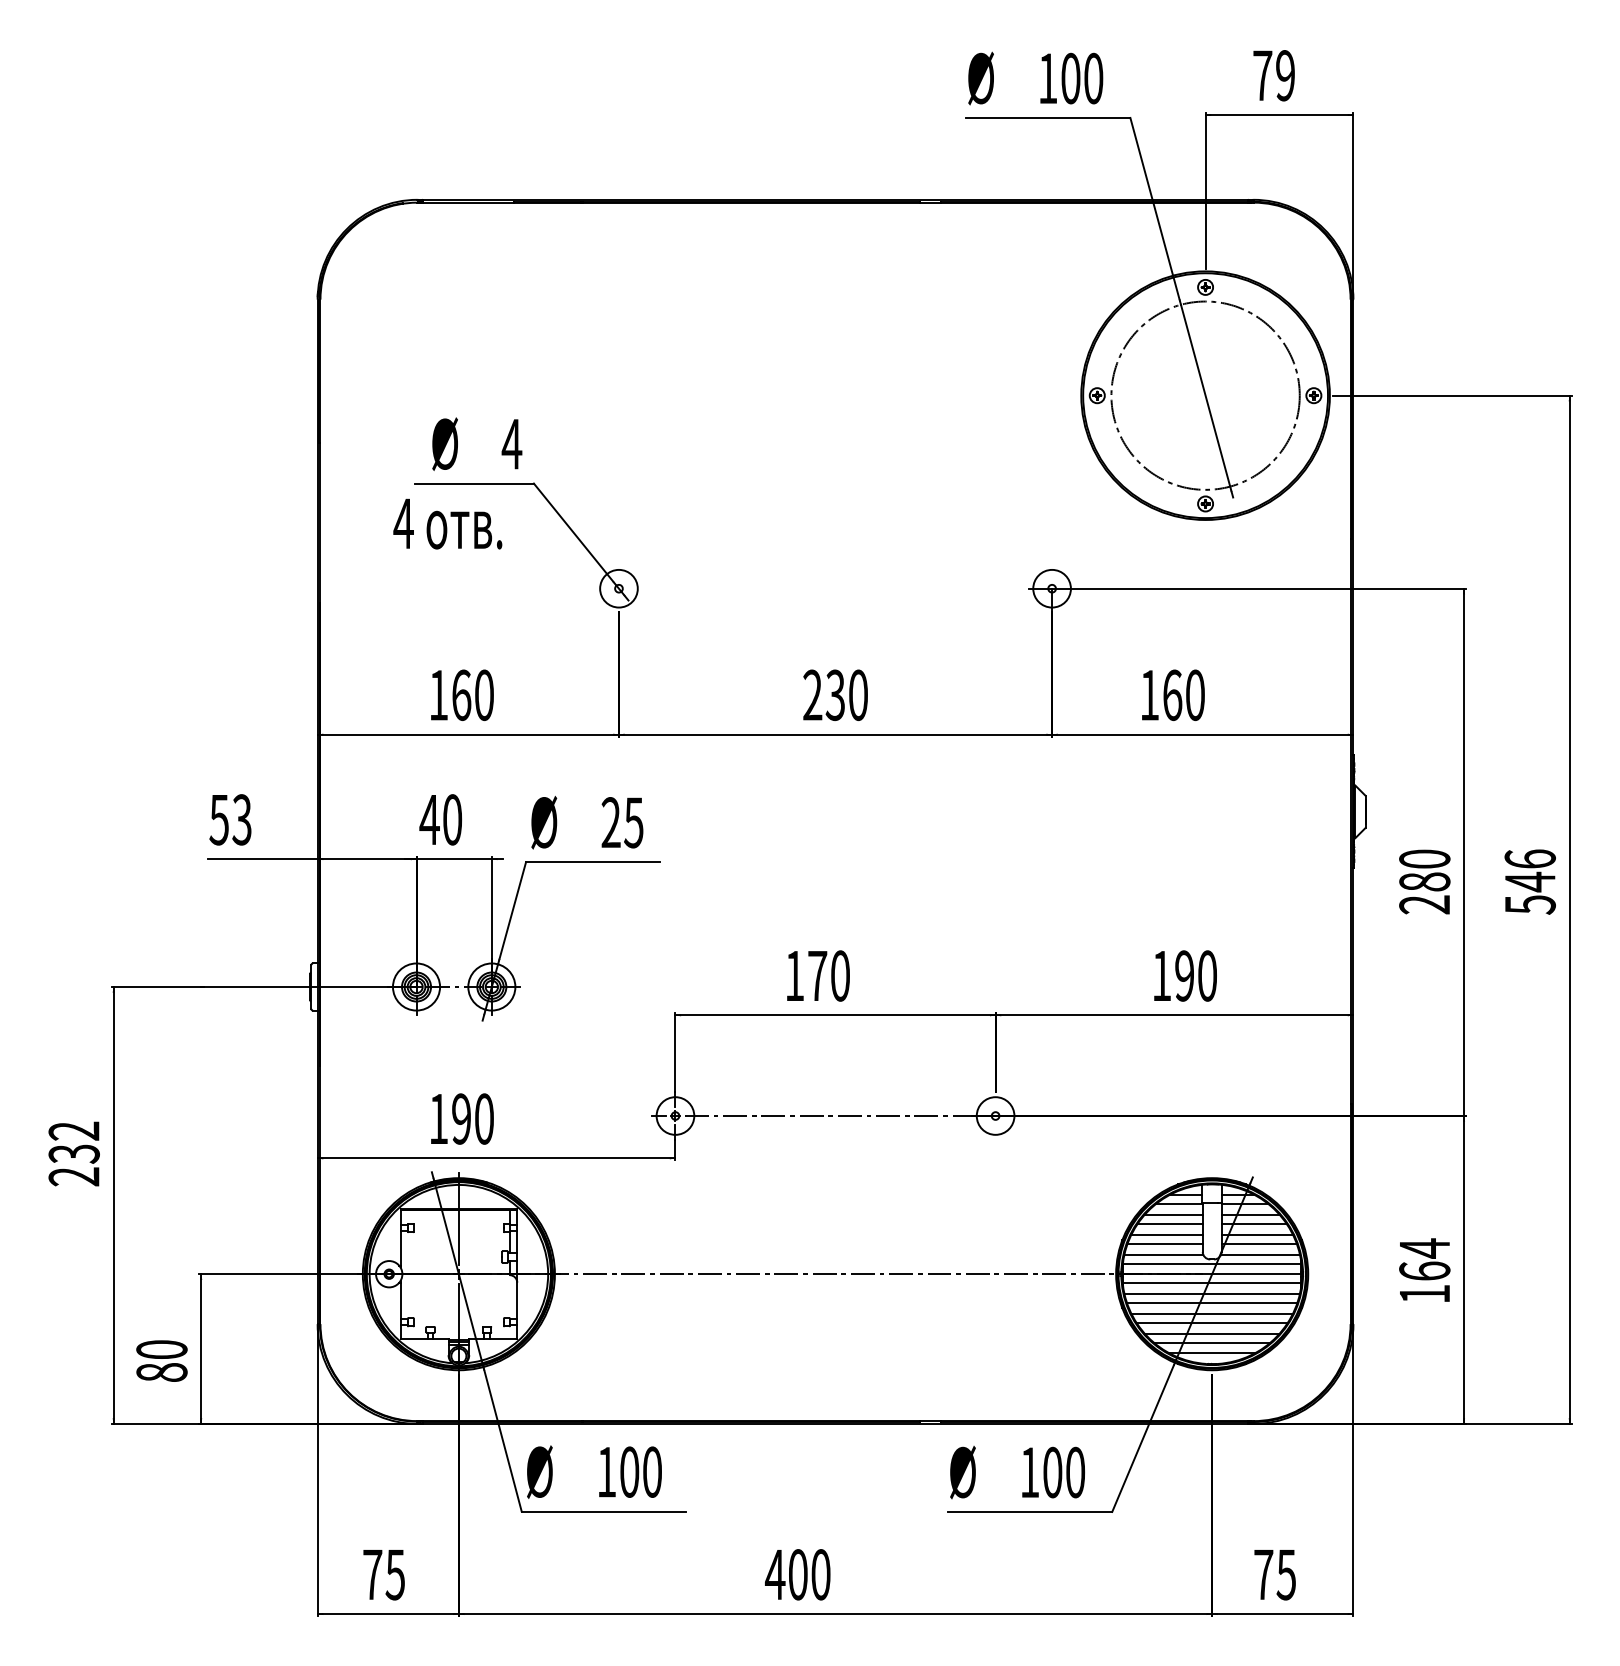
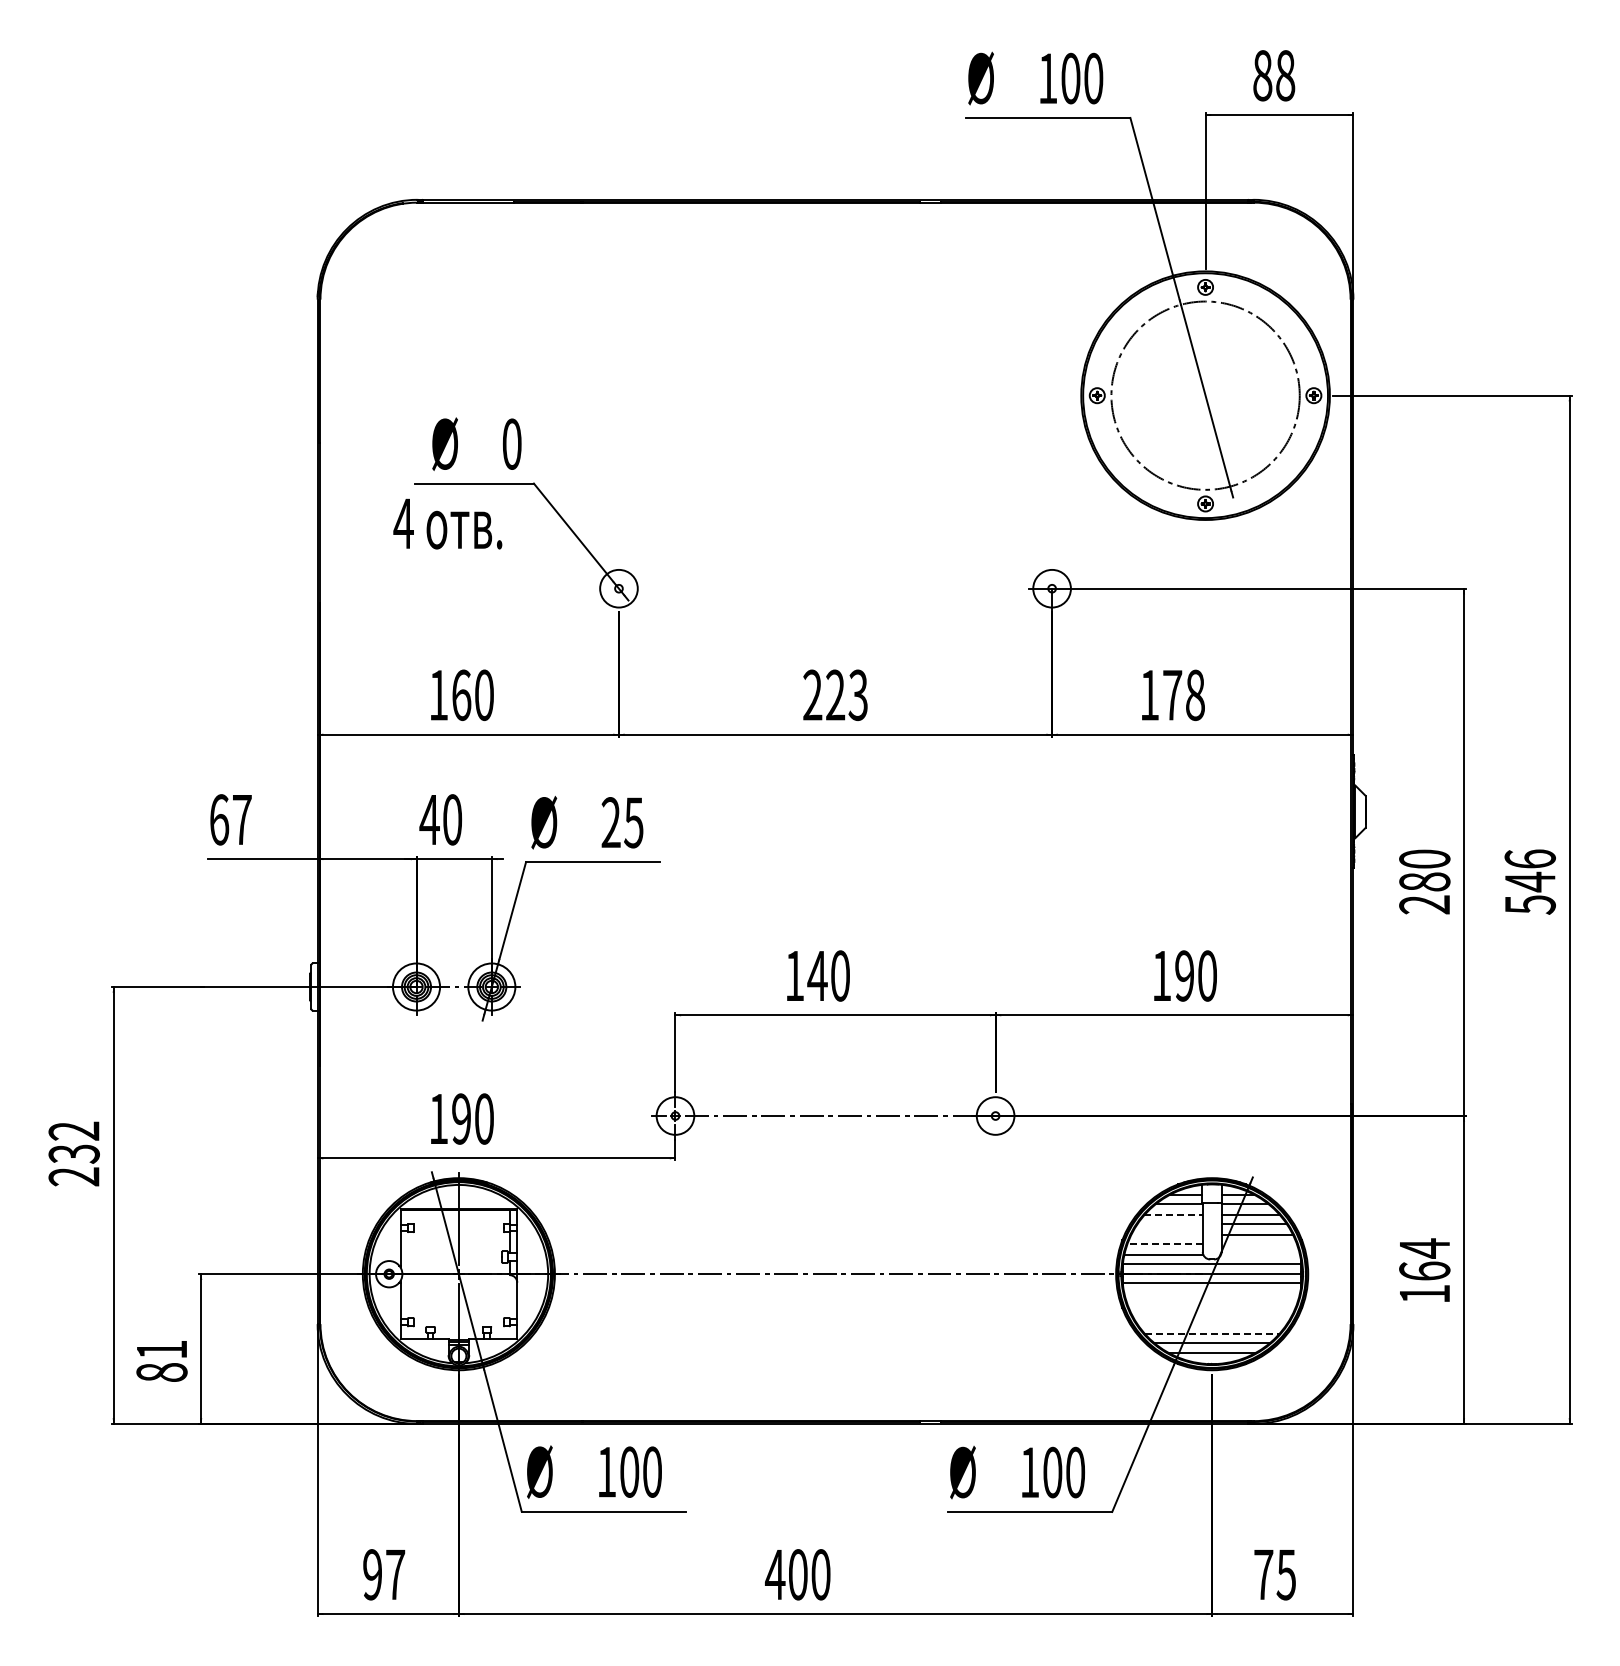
text at (1274, 75): 79 -> 88
text at (511, 443): 4 -> 0
text at (846, 695): 230 -> 223
text at (1183, 695): 160 -> 178
text at (230, 819): 53 -> 67
text at (817, 975): 170 -> 140
line at (1174, 1215): solid -> dashed
line at (1169, 1223): present -> none
line at (1166, 1234): present -> none
line at (1165, 1243): solid -> dashed
line at (1258, 1243): present -> none
line at (1260, 1254): present -> none
line at (1211, 1294): present -> none
line at (1212, 1303): present -> none
line at (1211, 1313): present -> none
line at (1211, 1322): present -> none
line at (1212, 1333): solid -> dashed
text at (161, 1349): 80 -> 81
text at (384, 1574): 75 -> 97
